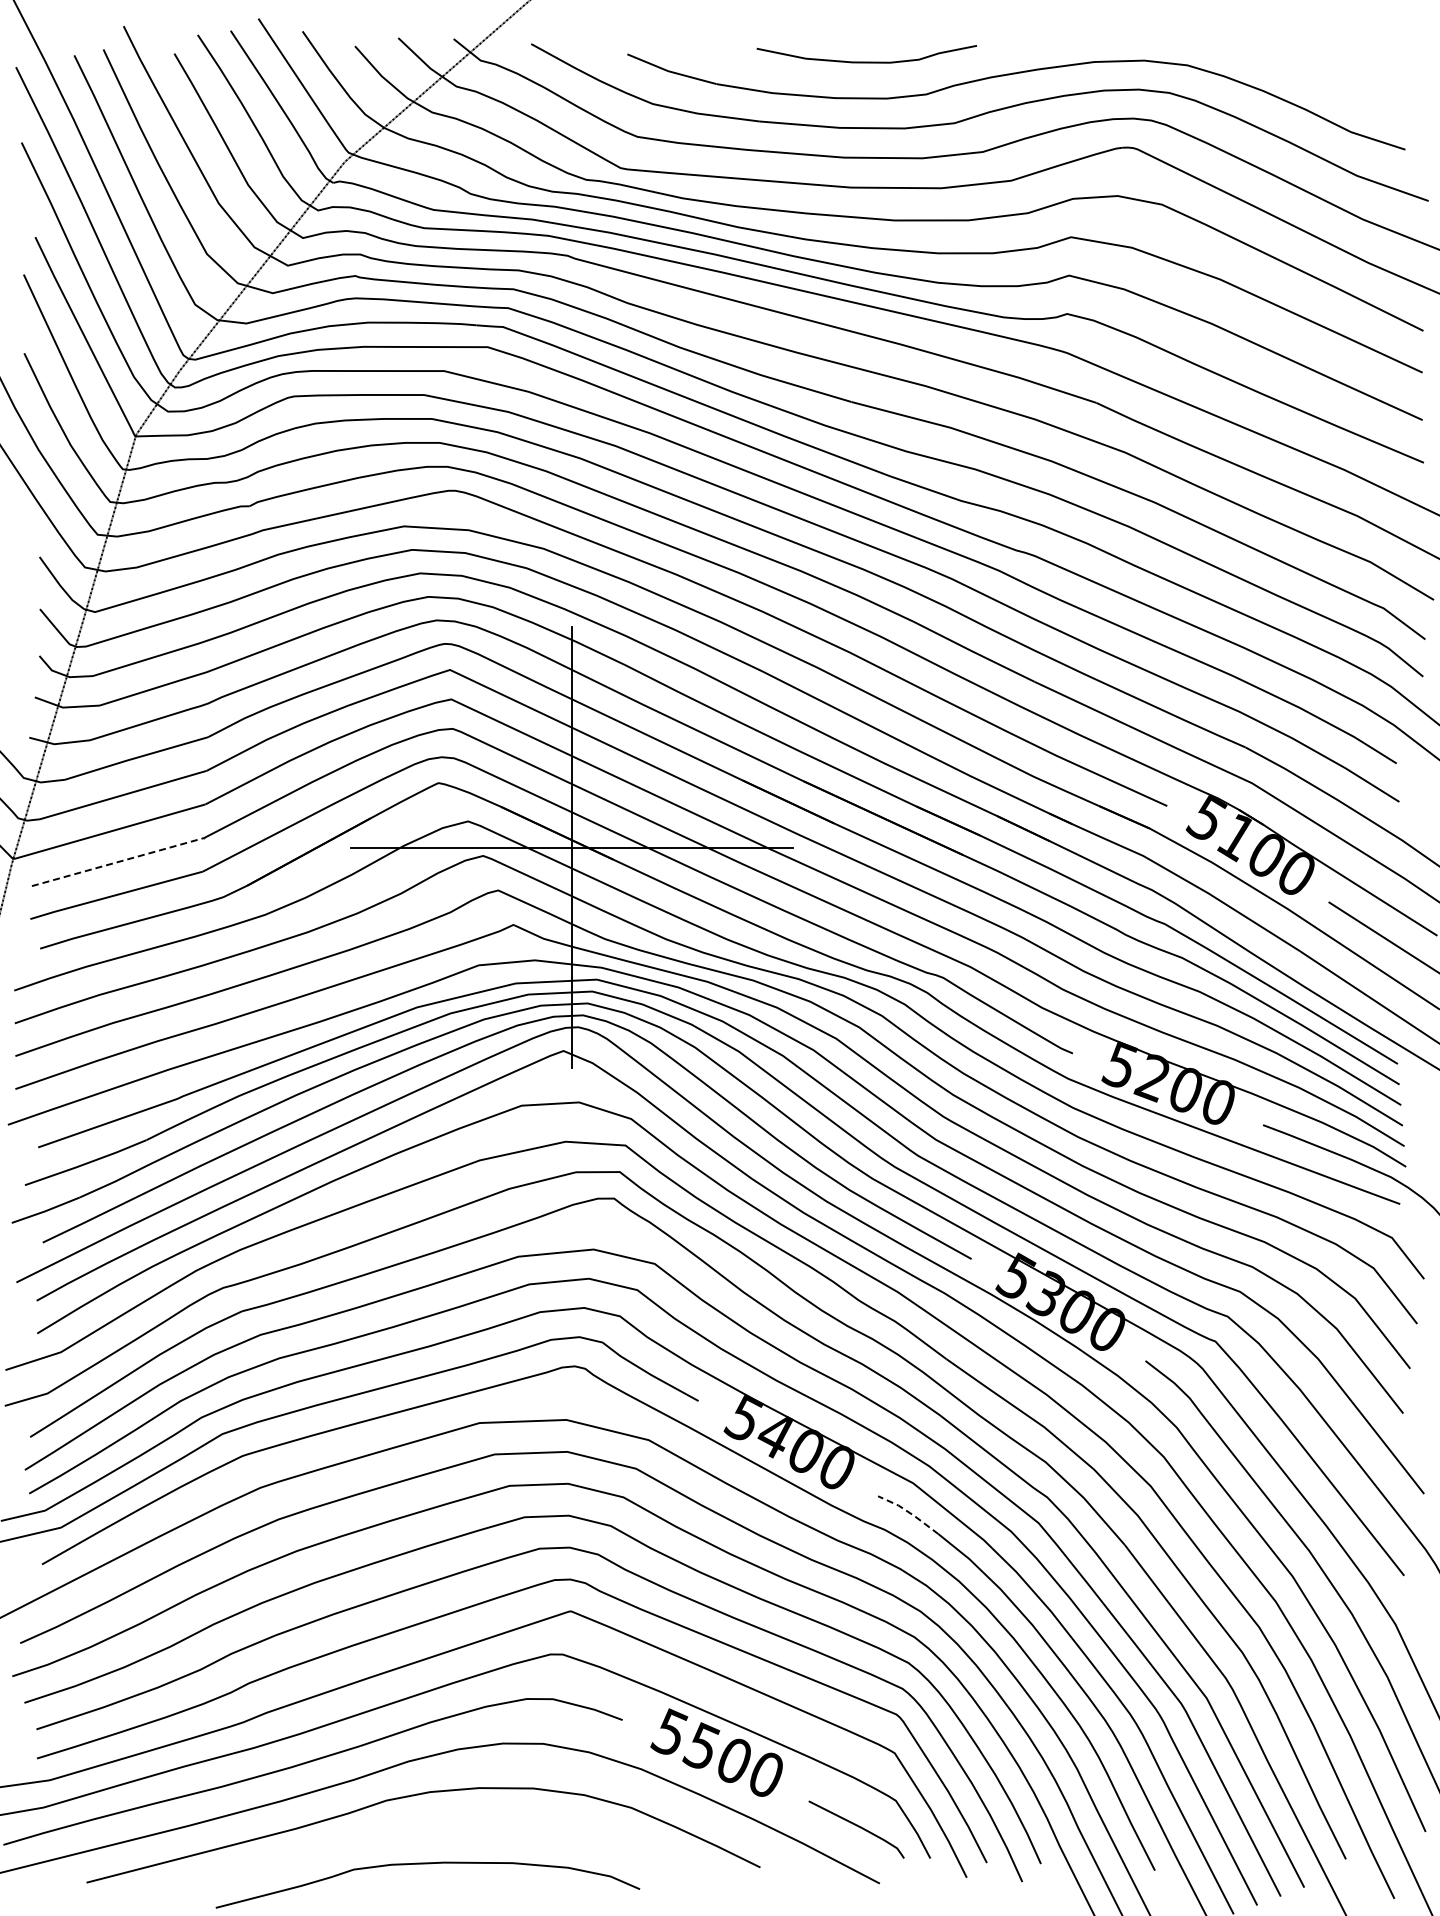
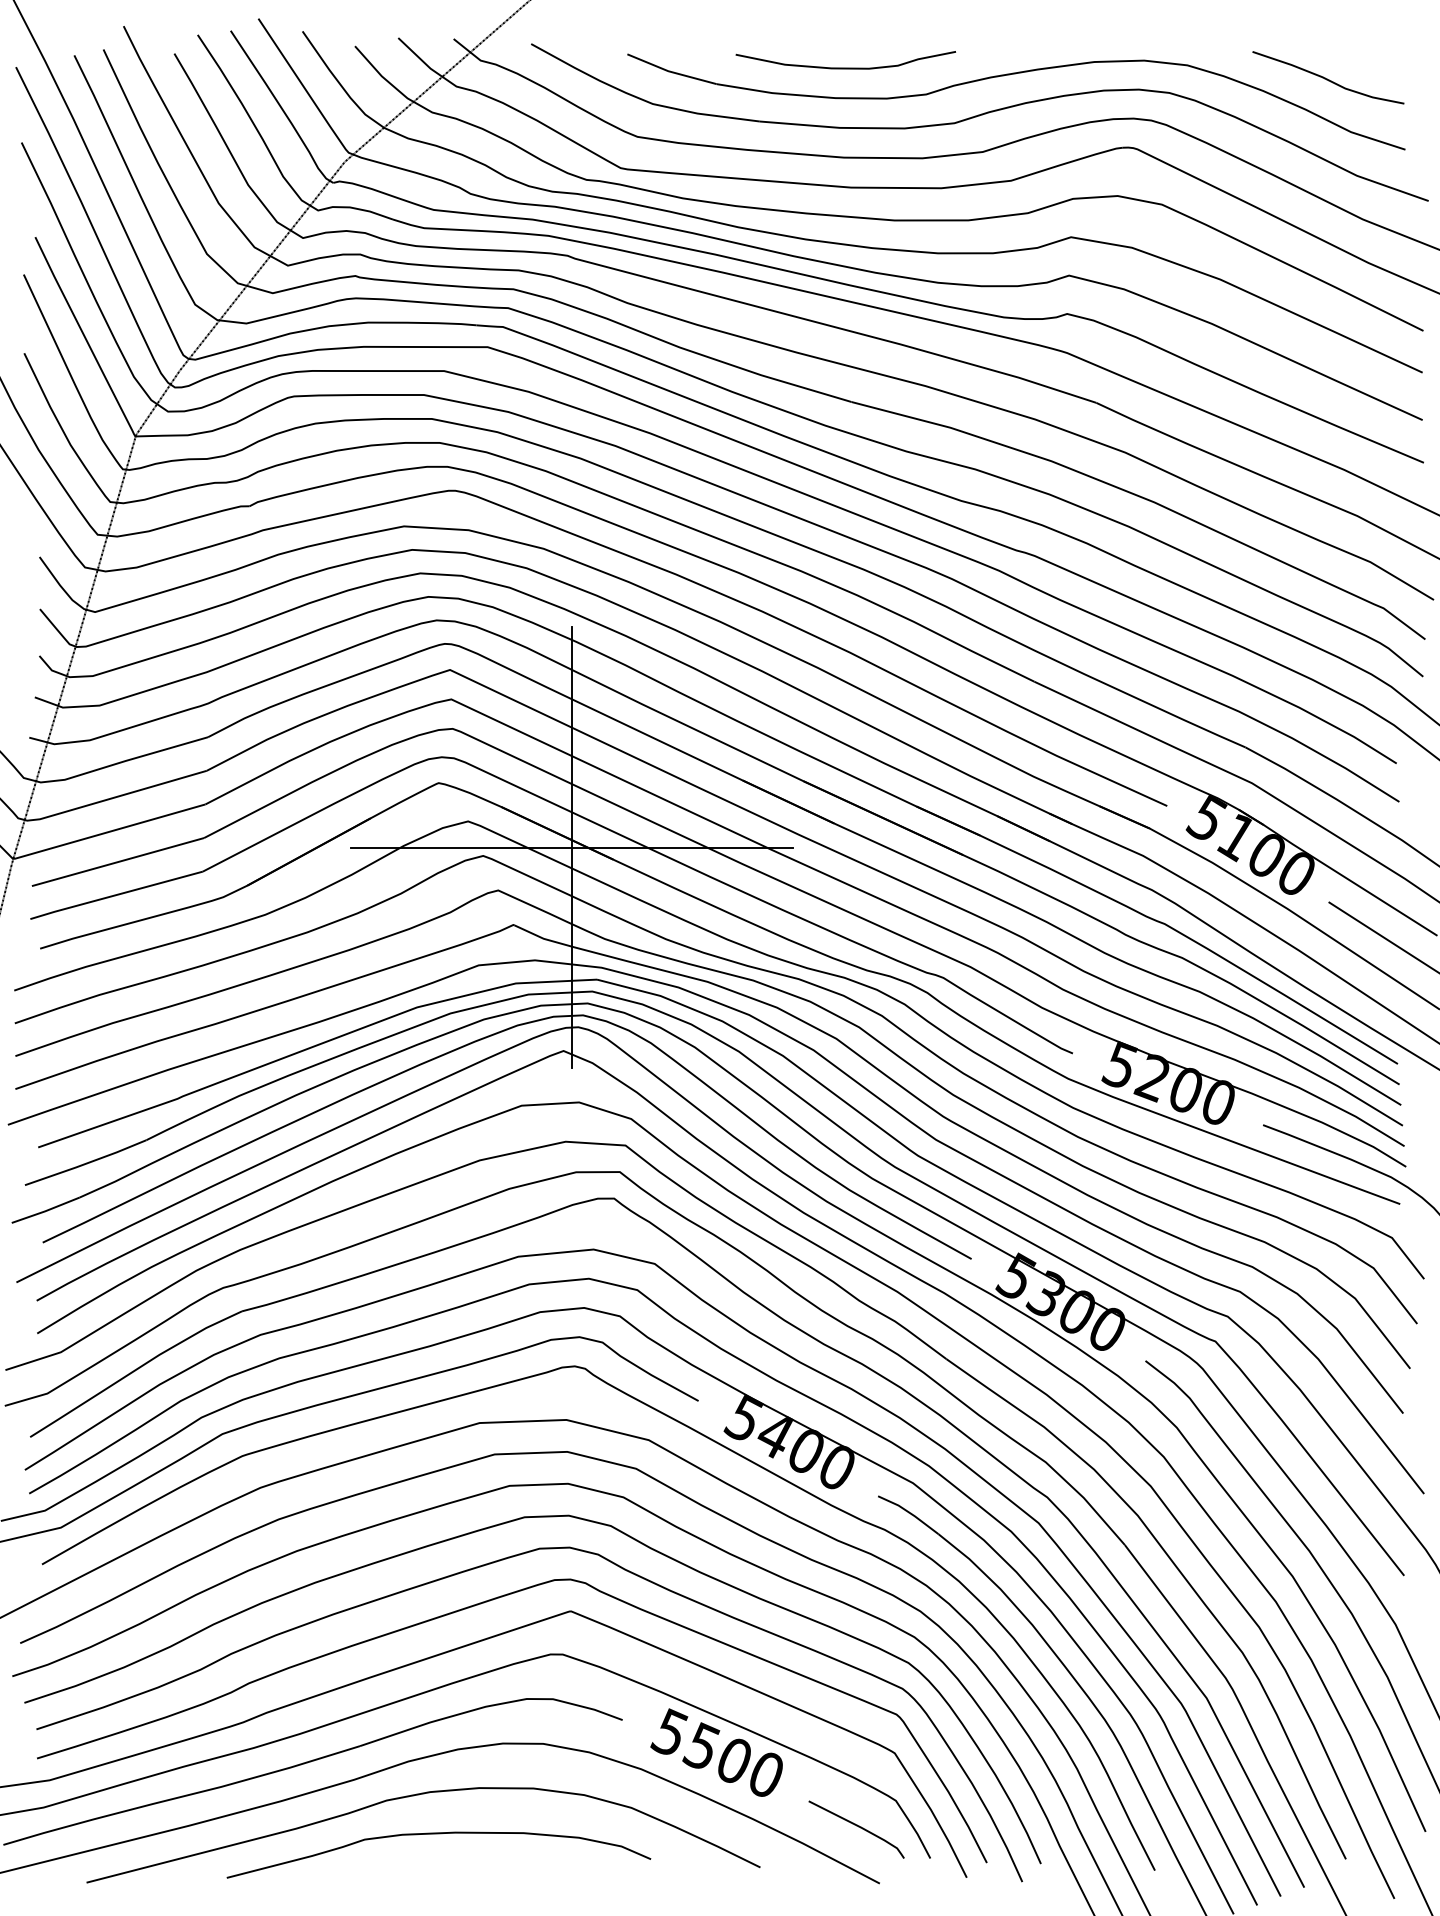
curve at (866, 61) position: (866, 61) -> (845, 67)
curve at (1327, 78): none -> present
line at (118, 861): dashed -> solid
line at (909, 1512): dashed -> solid
curve at (427, 1864) position: (427, 1864) -> (438, 1834)
